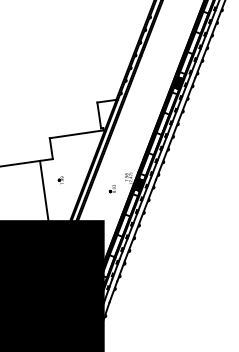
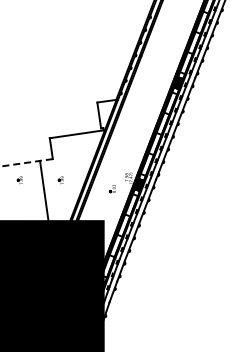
line at (26, 162): solid -> dashed
part at (19, 180): none -> present
